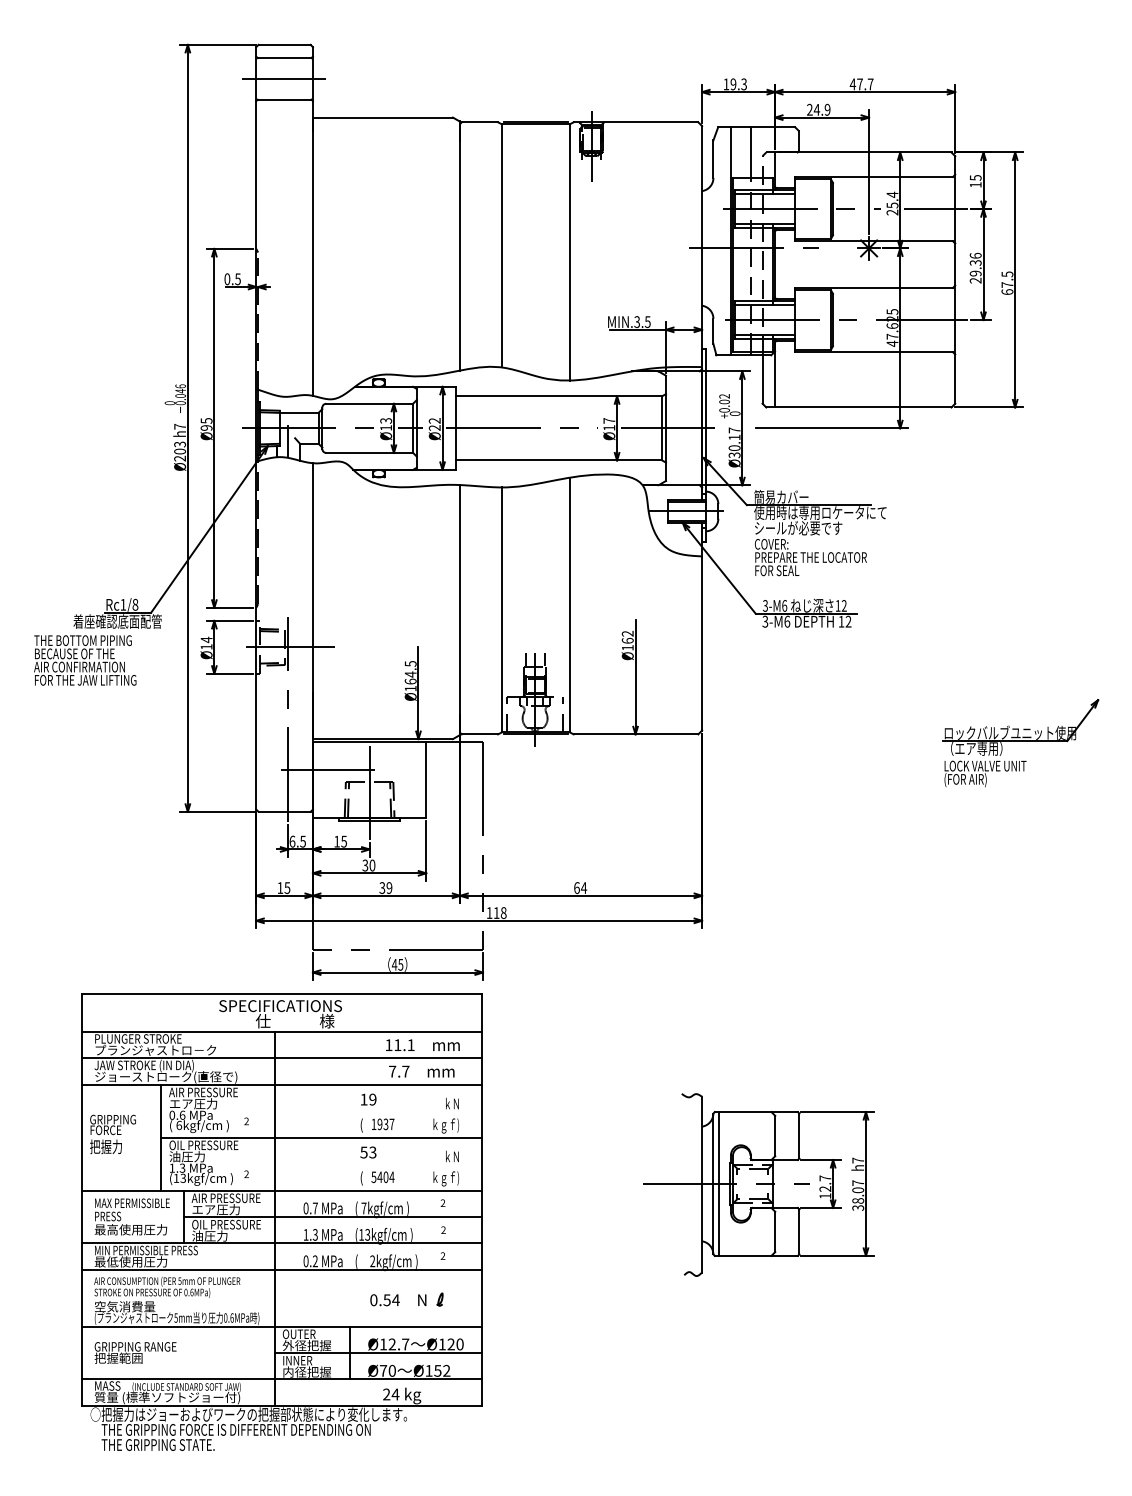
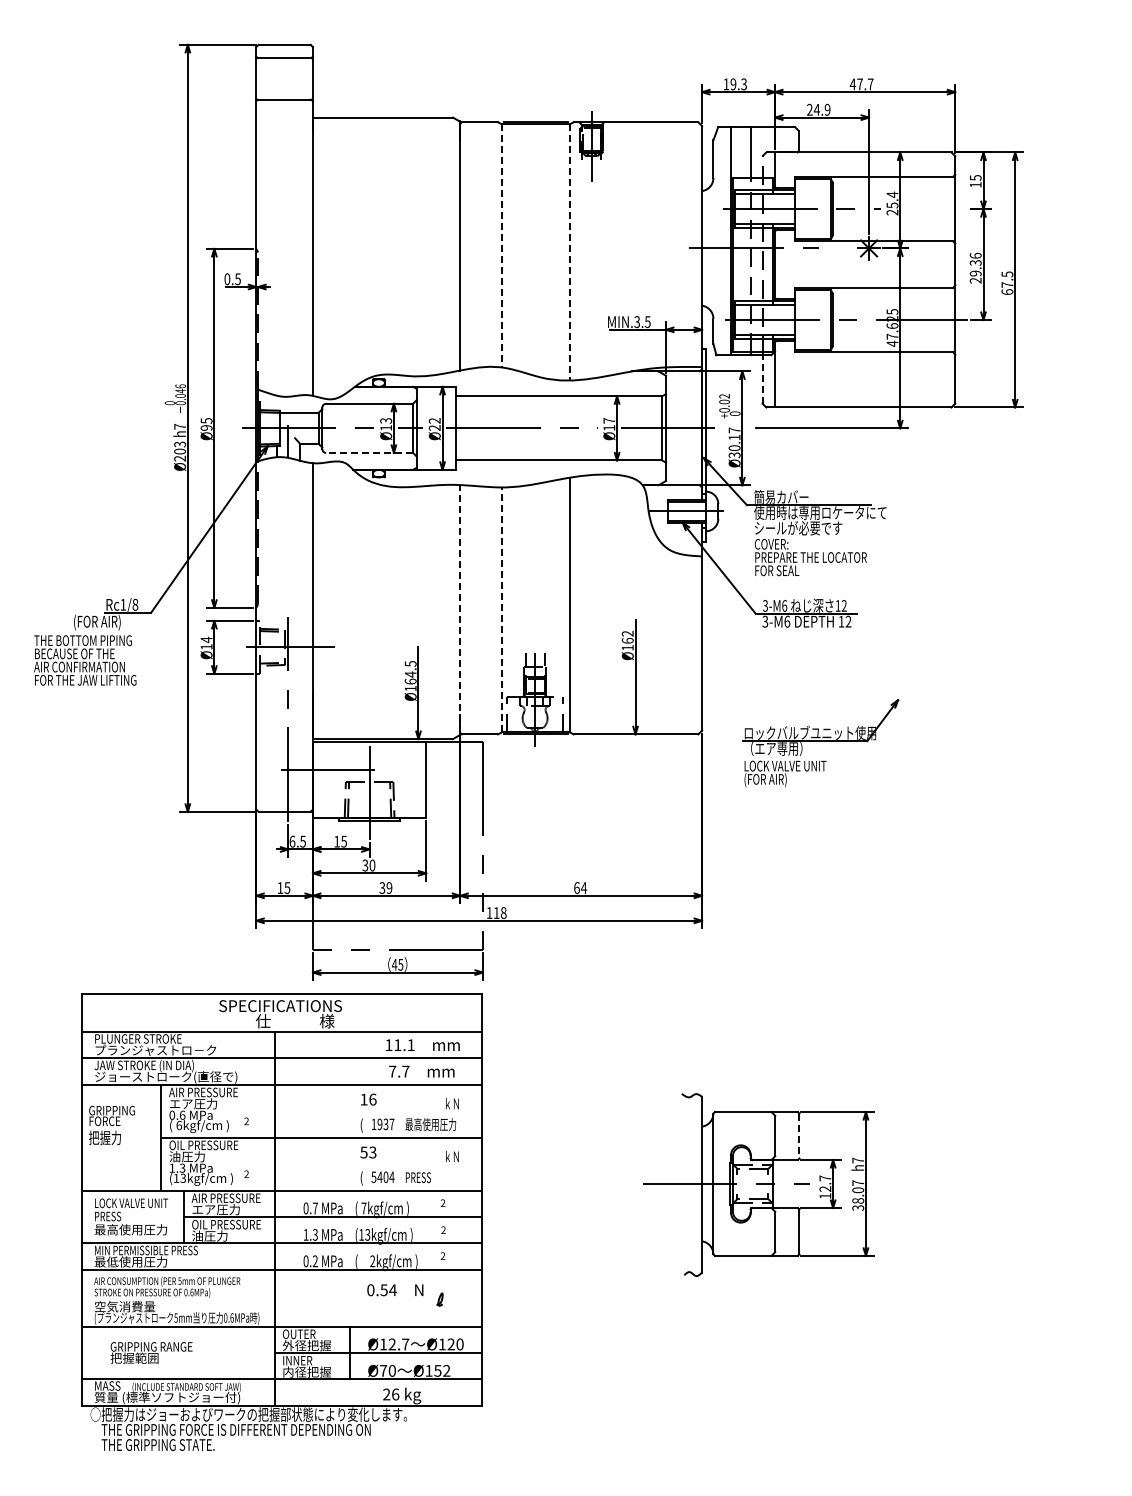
line at (283, 78): present -> none
line at (936, 209): present -> none
line at (501, 245): solid -> dashed
line at (570, 252): solid -> dashed
line at (762, 379): solid -> dashed
line at (369, 452): solid -> dashed
line at (460, 608): solid -> dashed
line at (501, 609): solid -> dashed
text at (117, 622): 着座確認底面配管 -> (FOR AIR)
part at (1020, 743) position: (1020, 743) -> (820, 743)
text at (372, 1099): 19 -> 16
text at (432, 1125): ｋｇｆ) -> 最高使用圧力
text at (112, 1134) position: (112, 1134) -> (111, 1125)
line at (799, 1136): solid -> dashed
text at (432, 1178): ｋｇｆ) -> PRESS
line at (718, 1183): present -> none
text at (132, 1203): MAX PERMISSIBLE -> LOCK VALVE UNIT
text at (398, 1300) position: (398, 1300) -> (395, 1290)
text at (135, 1352) position: (135, 1352) -> (151, 1352)
text at (395, 1394): 24 -> 26
